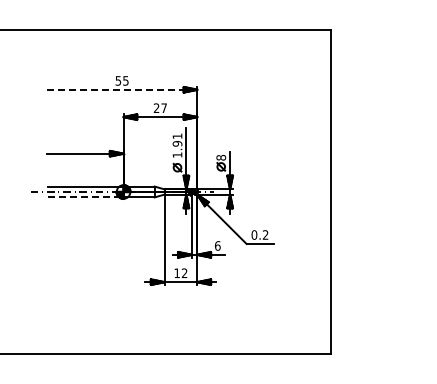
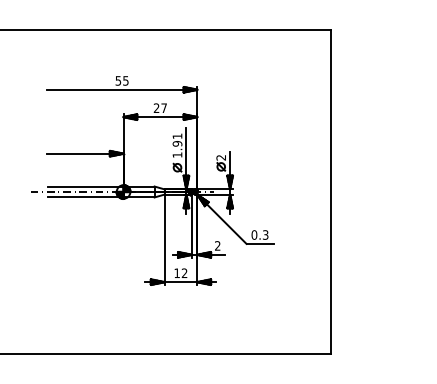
line at (122, 89): dashed -> solid
text at (221, 157): 8 -> 2
line at (85, 197): dashed -> solid
text at (265, 235): 0.2 -> 0.3
text at (217, 245): 6 -> 2
